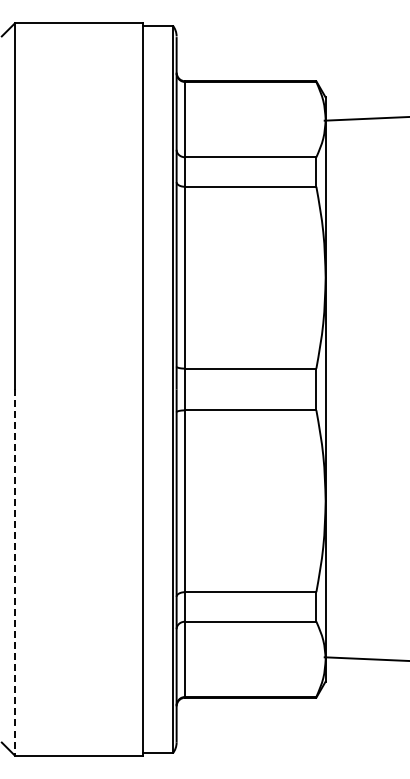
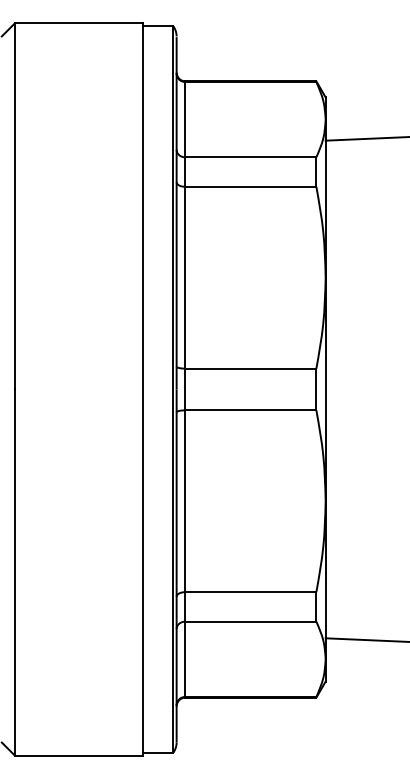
line at (365, 118) position: (365, 118) -> (365, 138)
line at (14, 573): dashed -> solid
line at (365, 658) position: (365, 658) -> (365, 639)
